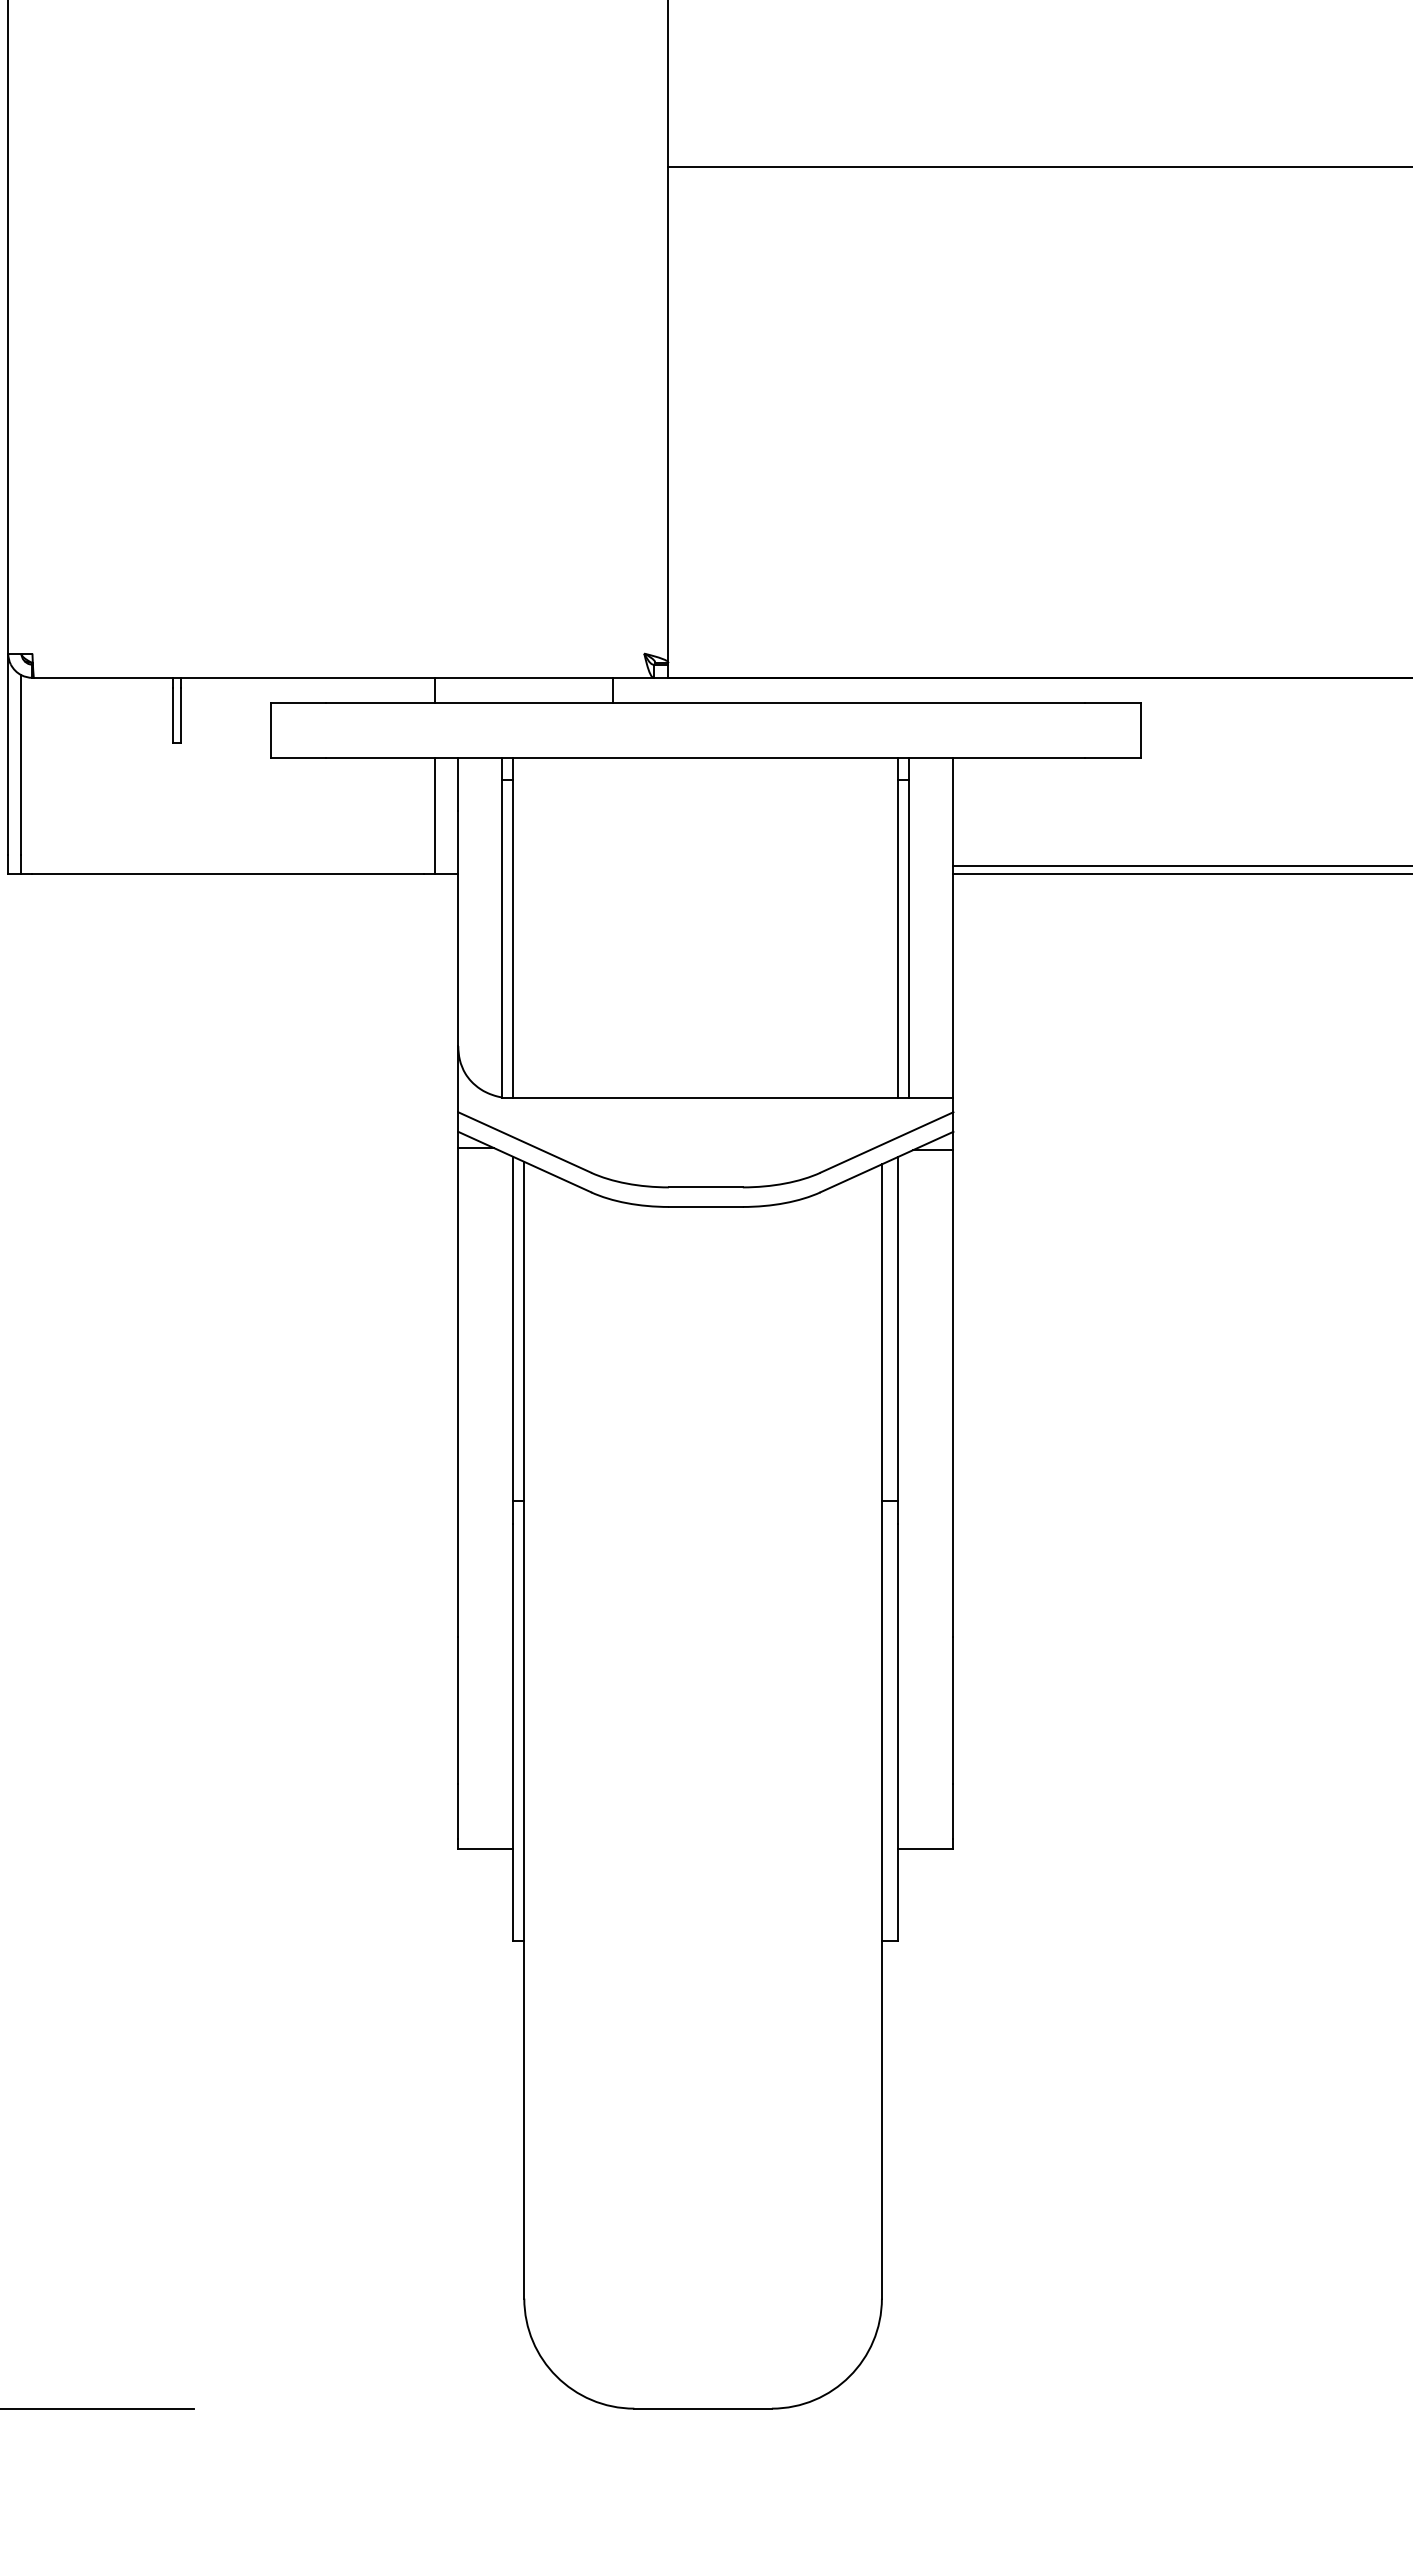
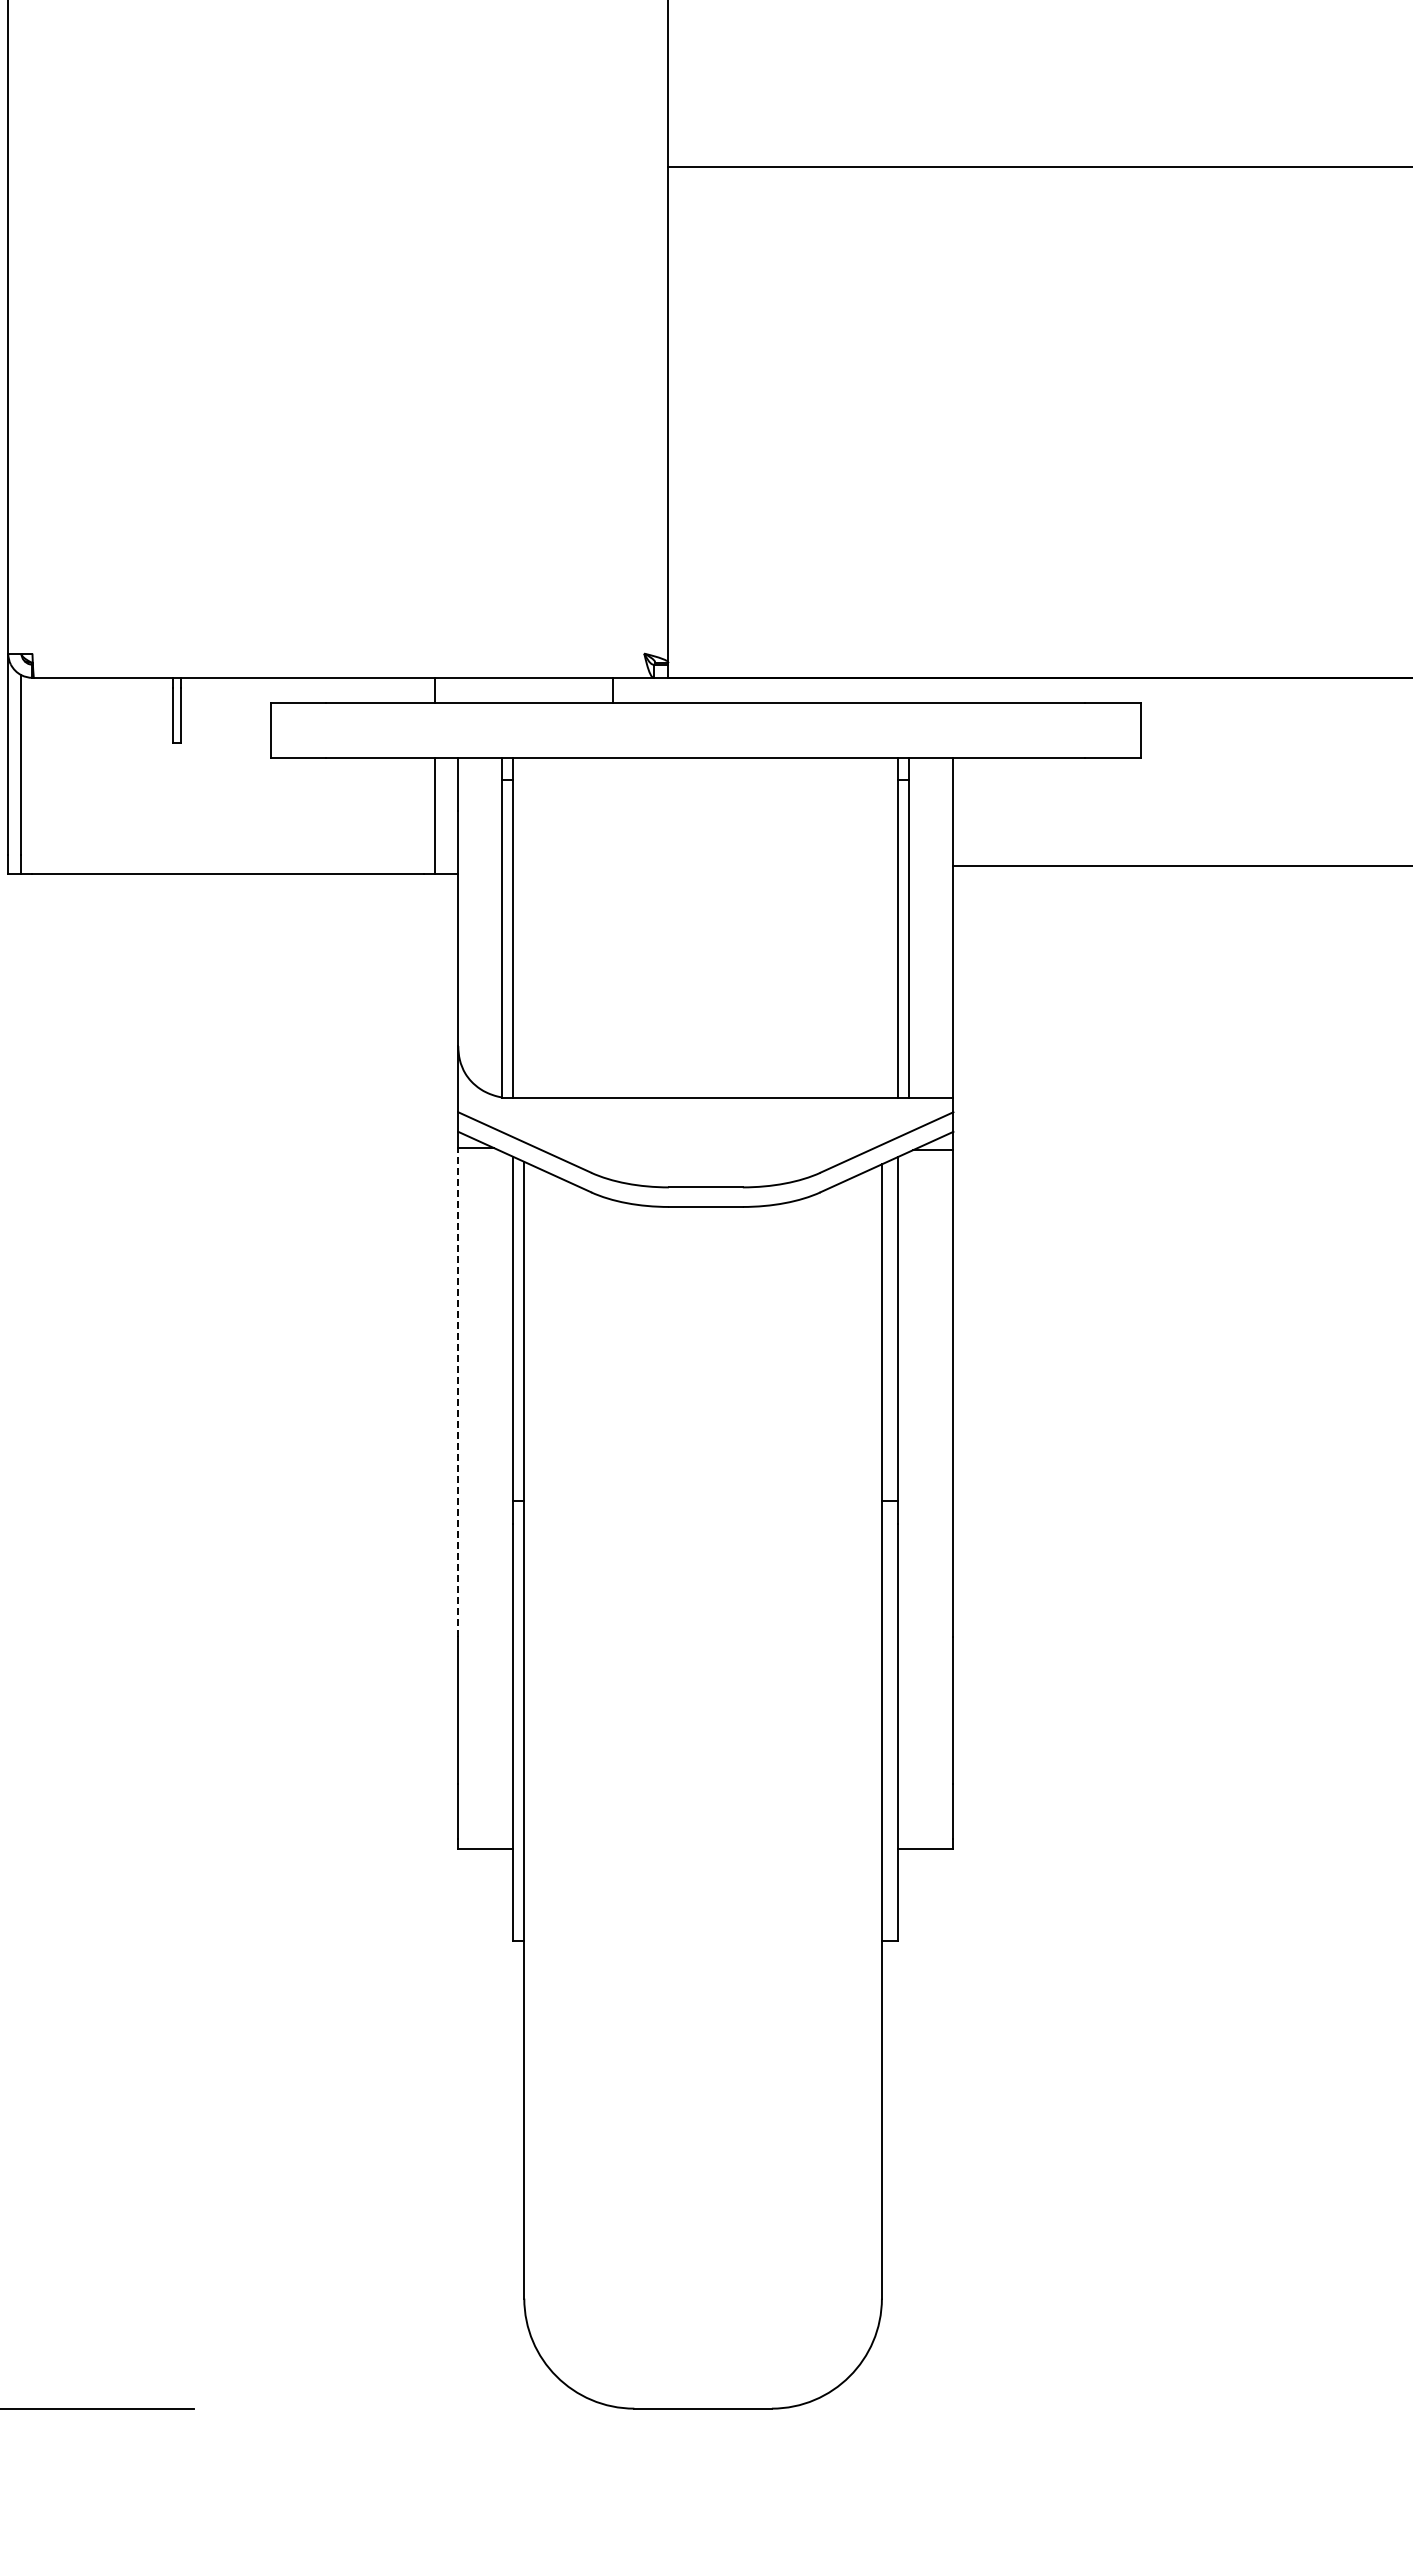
line at (1181, 873): present -> none
line at (458, 1392): solid -> dashed
